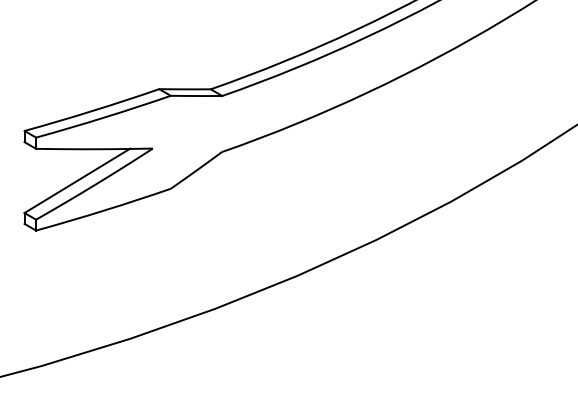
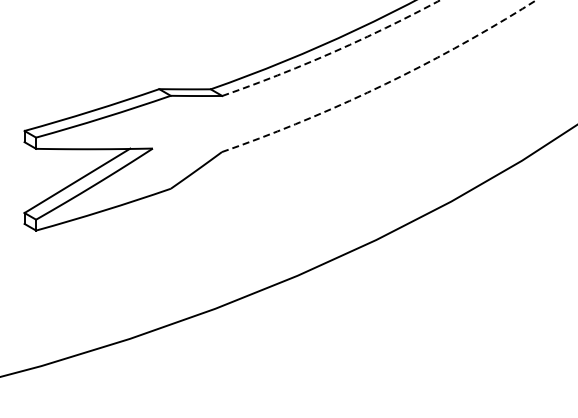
arc at (333, 52): solid -> dashed
arc at (384, 84): solid -> dashed
